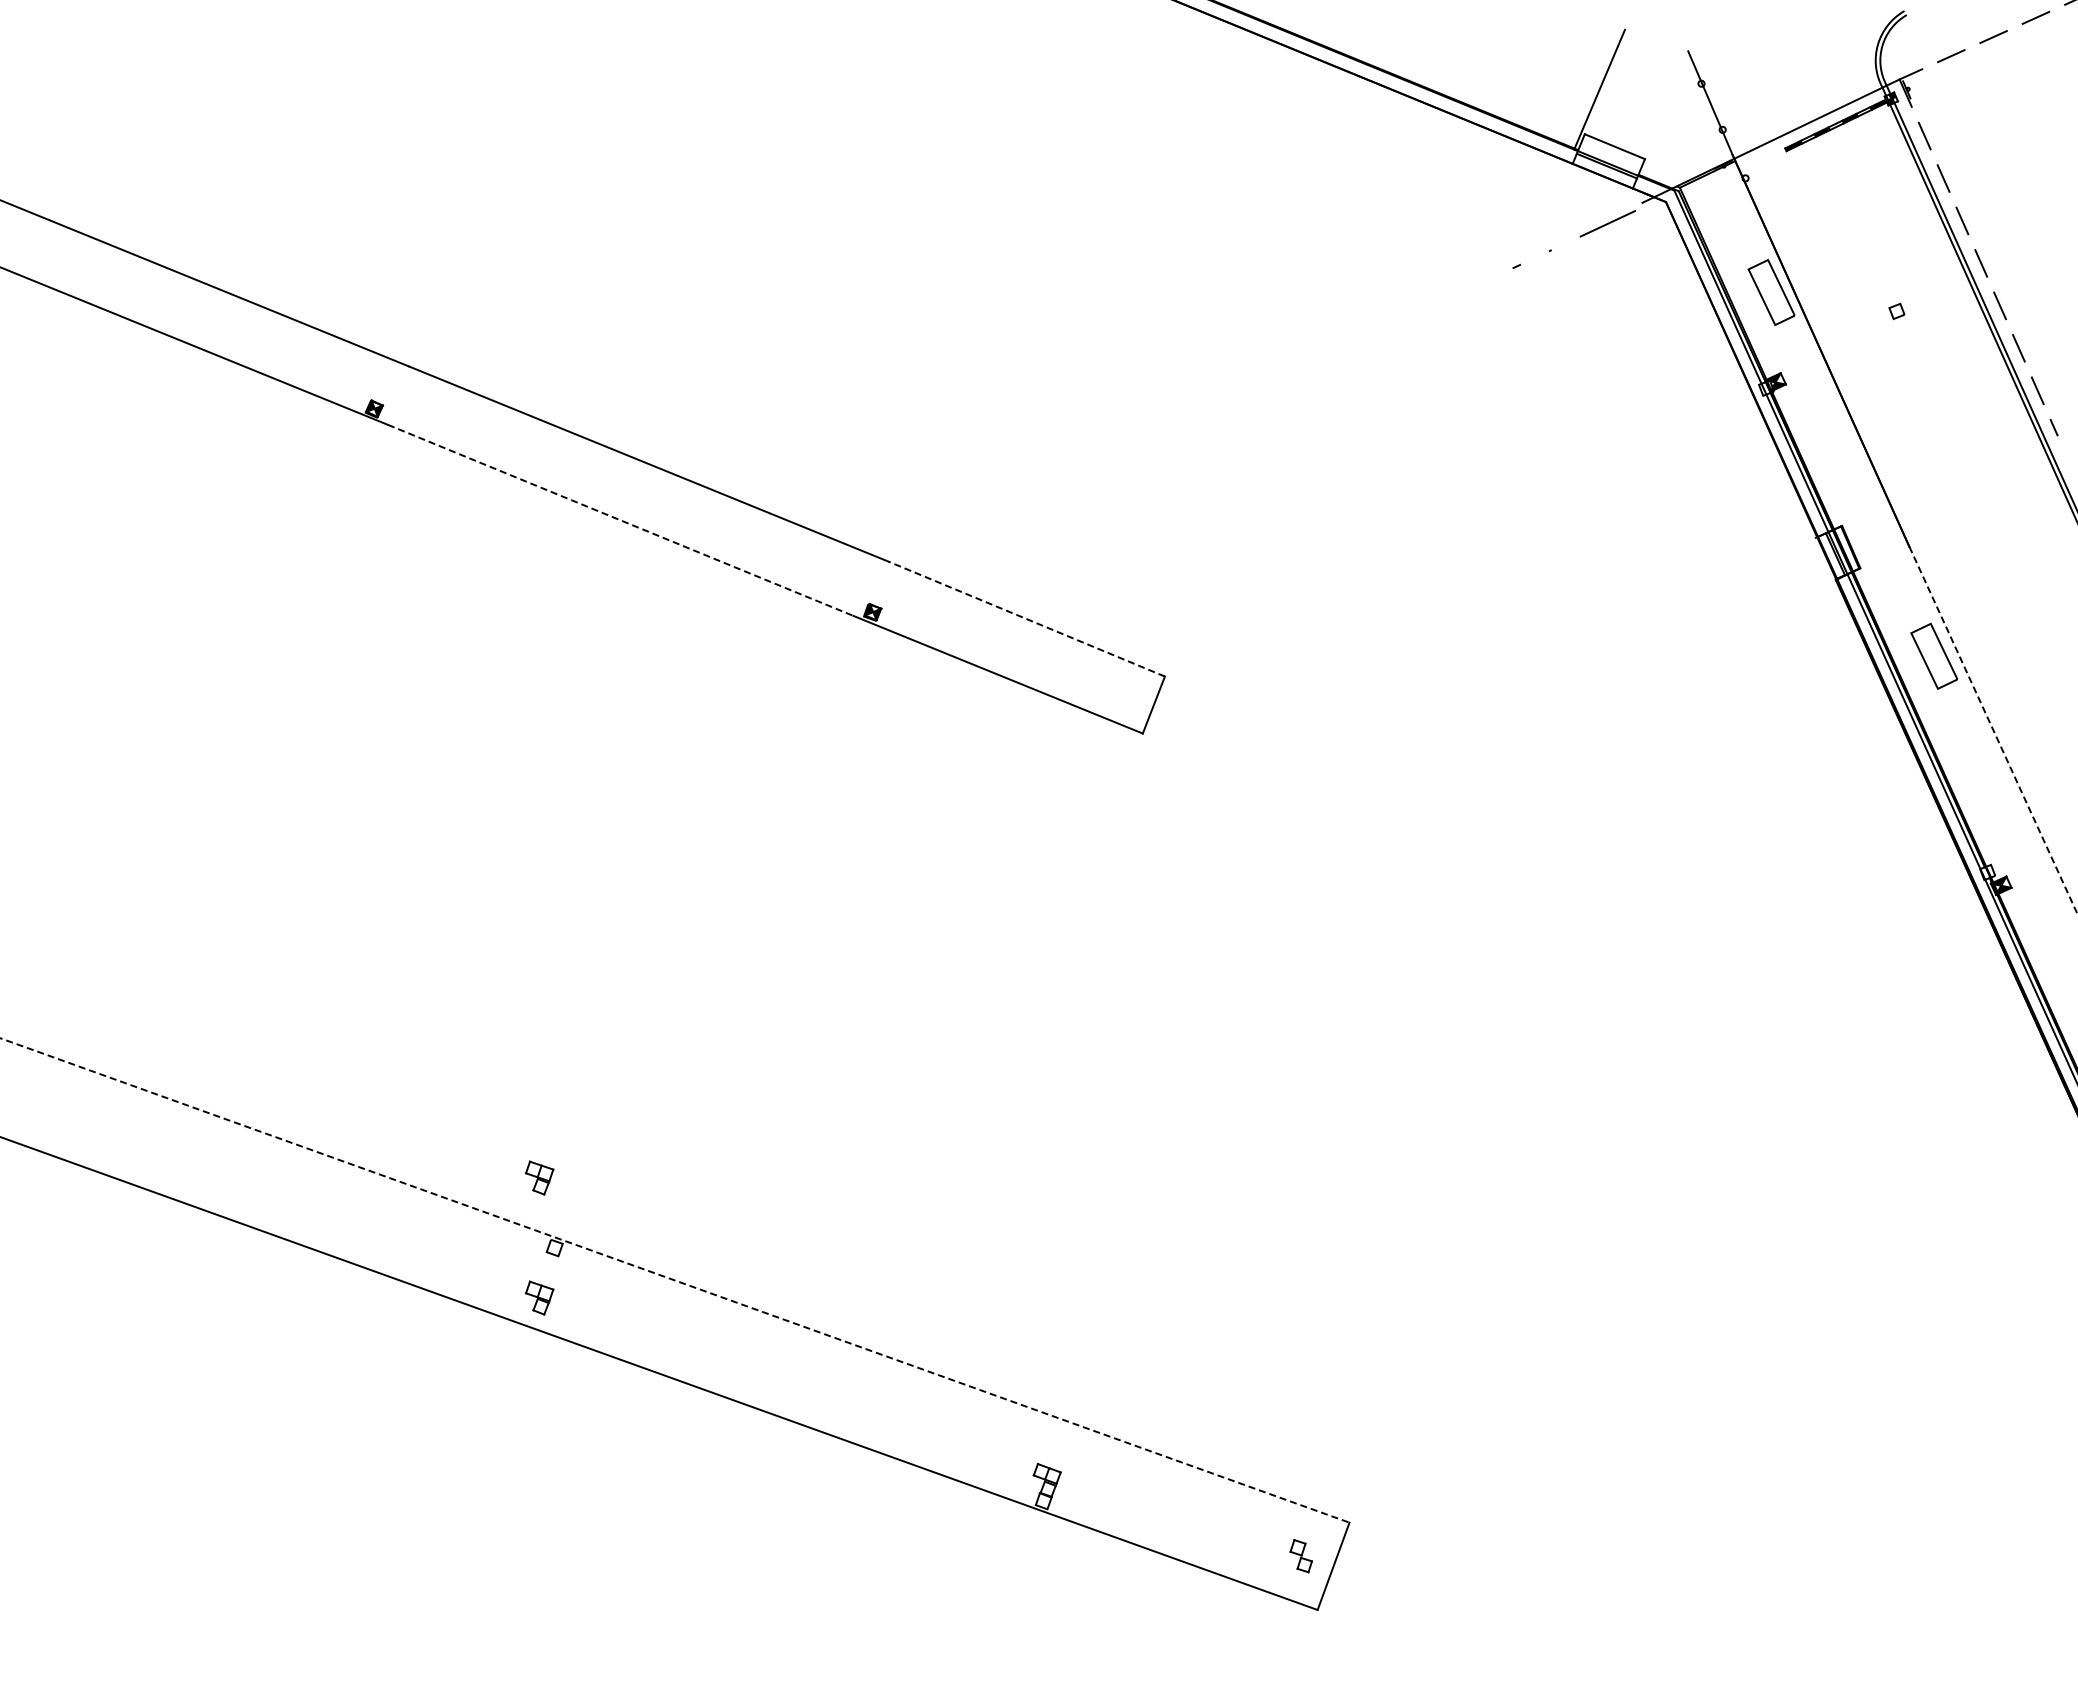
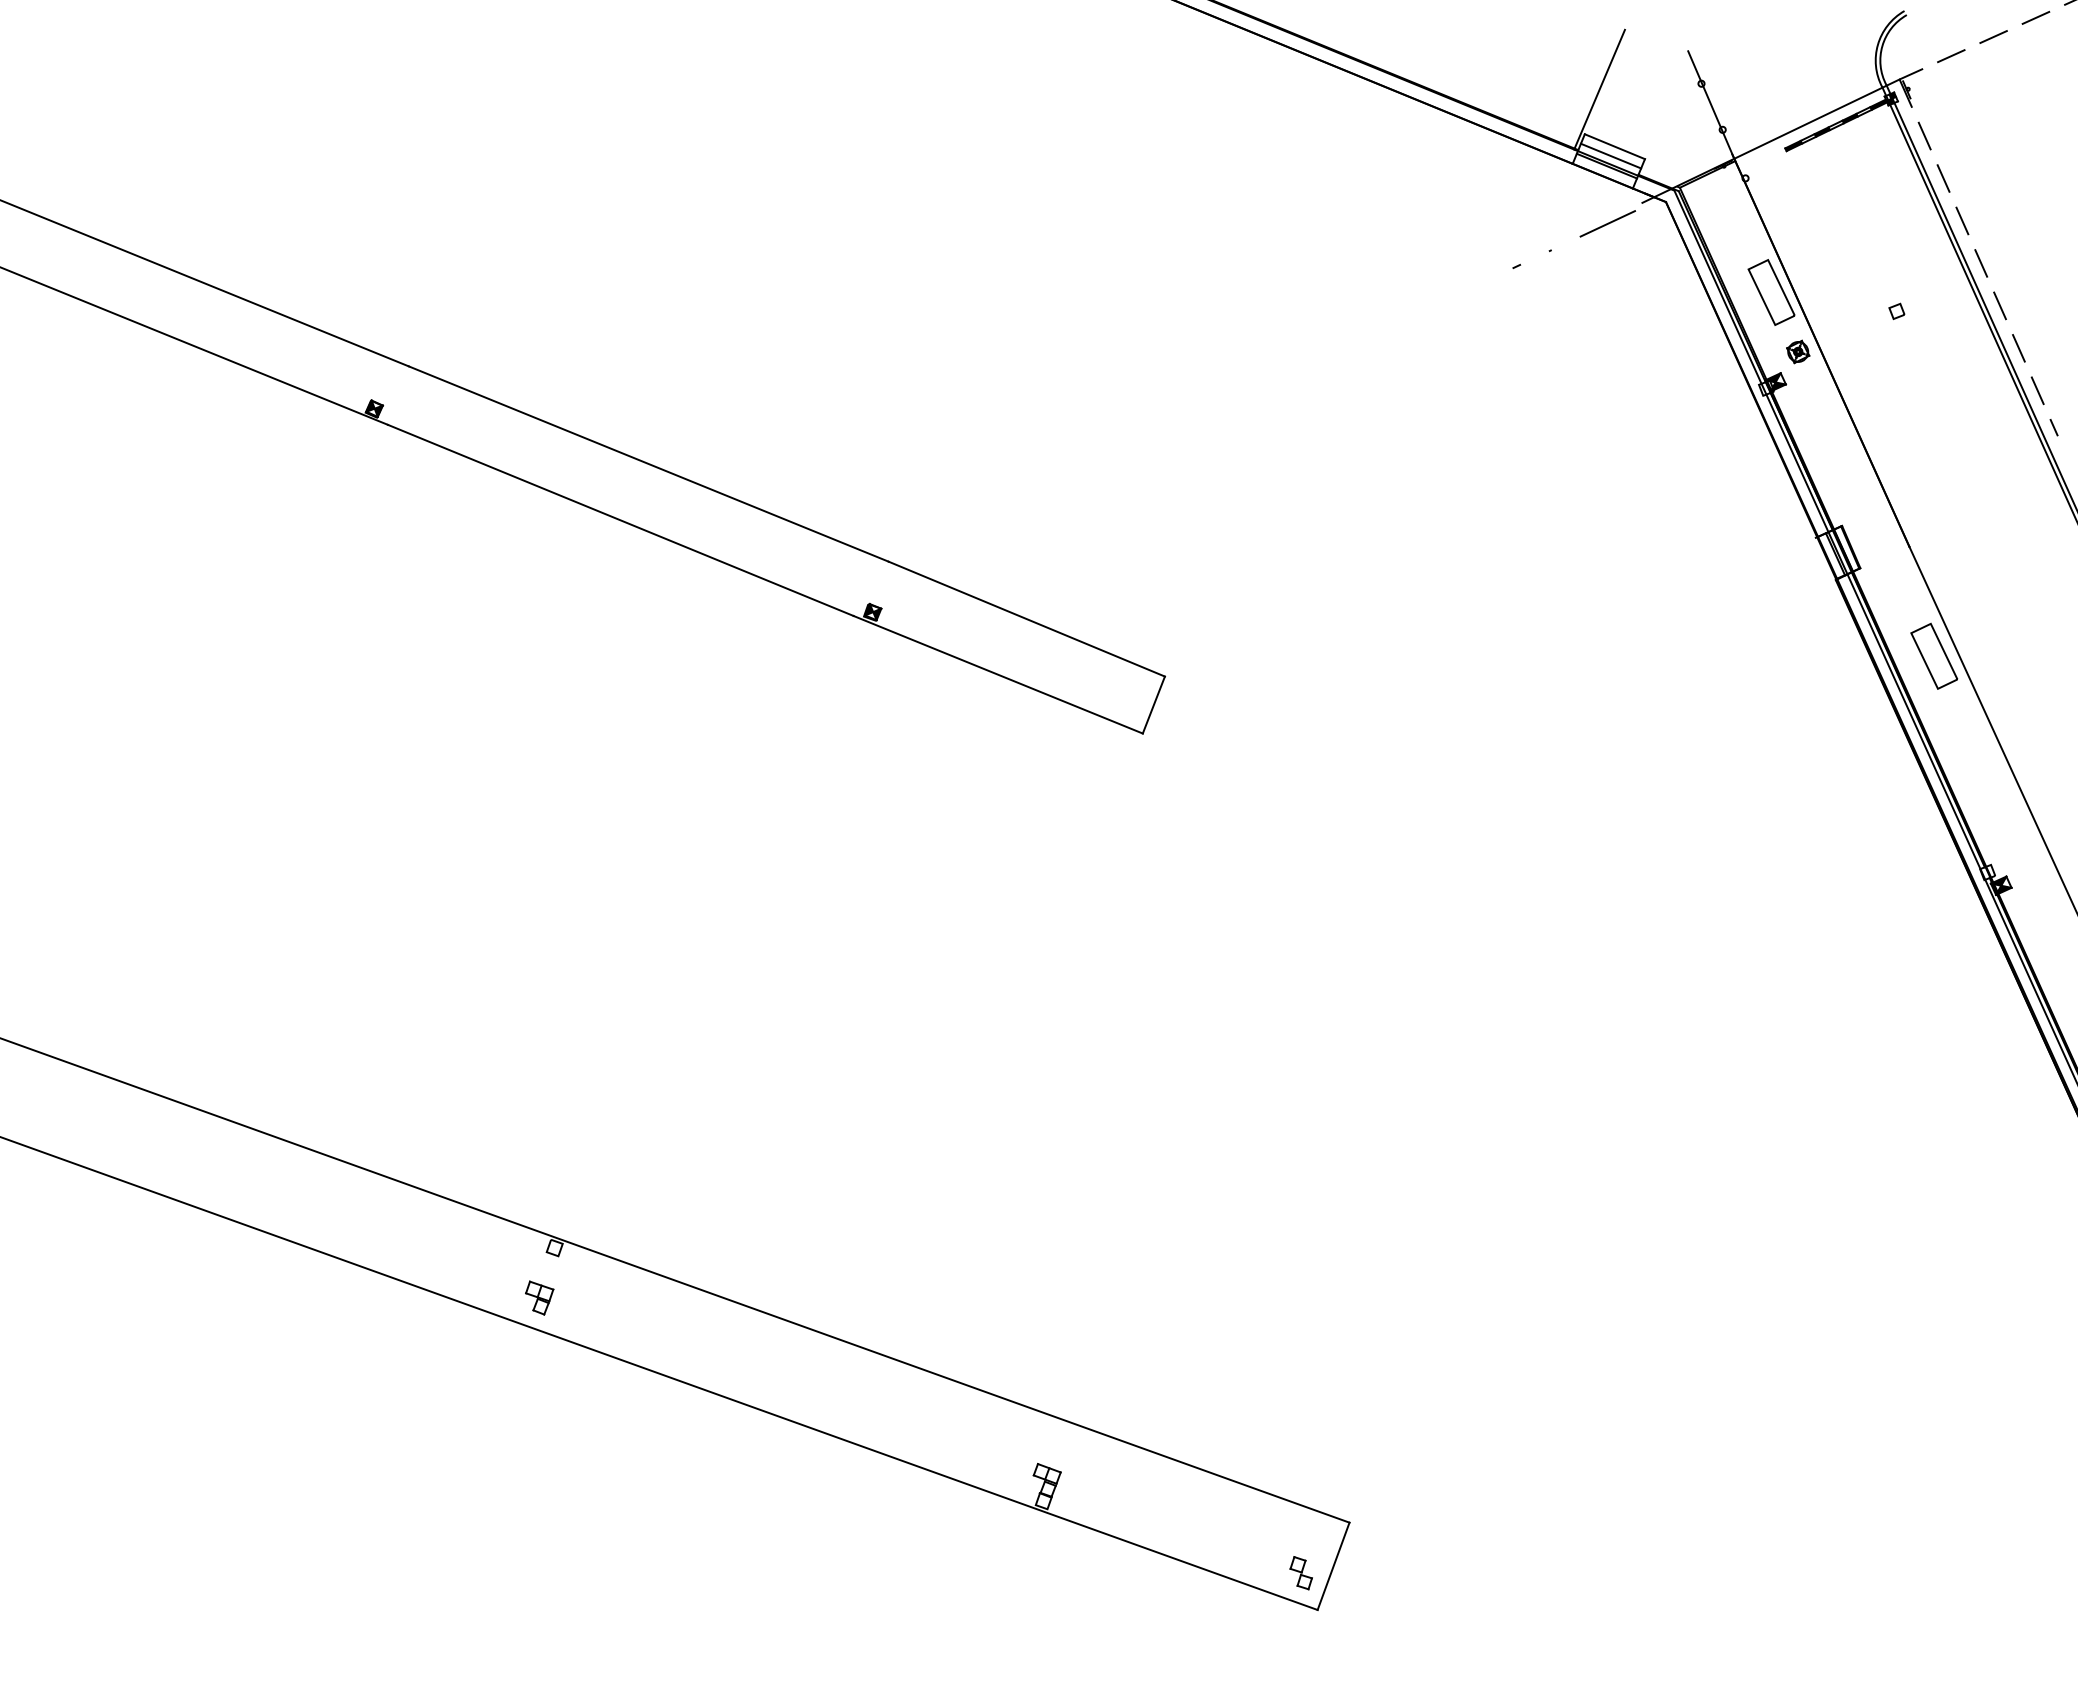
line at (1610, 155): none -> present
part at (1798, 351): none -> present
line at (620, 520): dashed -> solid
line at (1026, 619): dashed -> solid
line at (1993, 731): dashed -> solid
part at (539, 1177): present -> none
line at (674, 1280): dashed -> solid
part at (1300, 1556) position: (1300, 1556) -> (1300, 1573)
